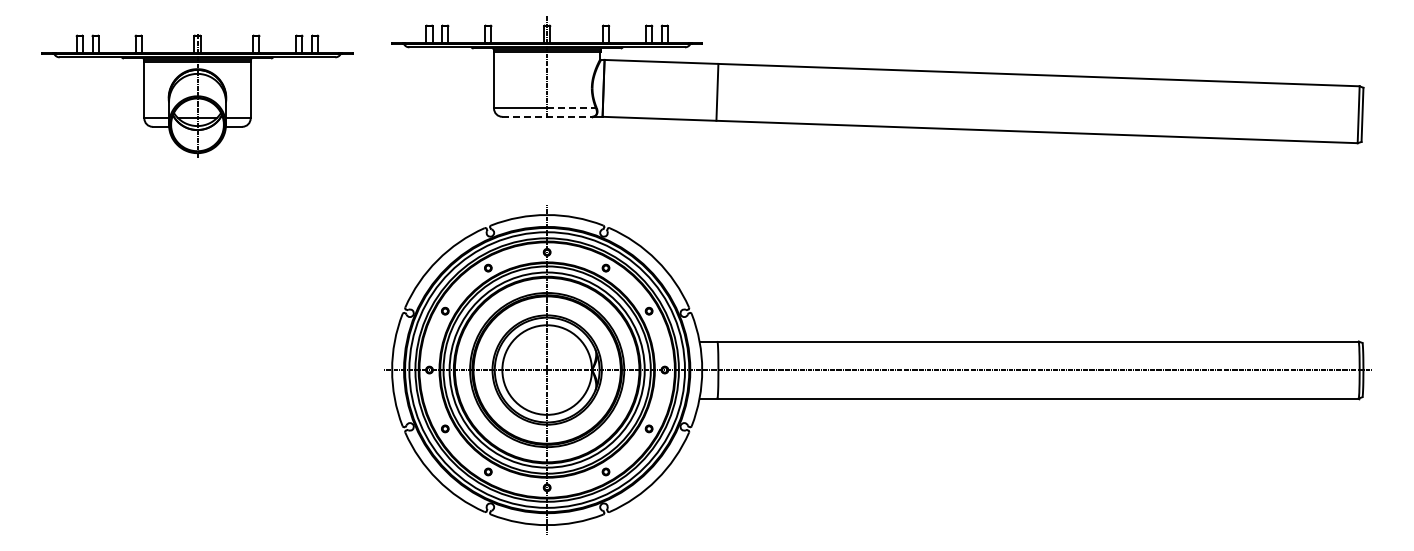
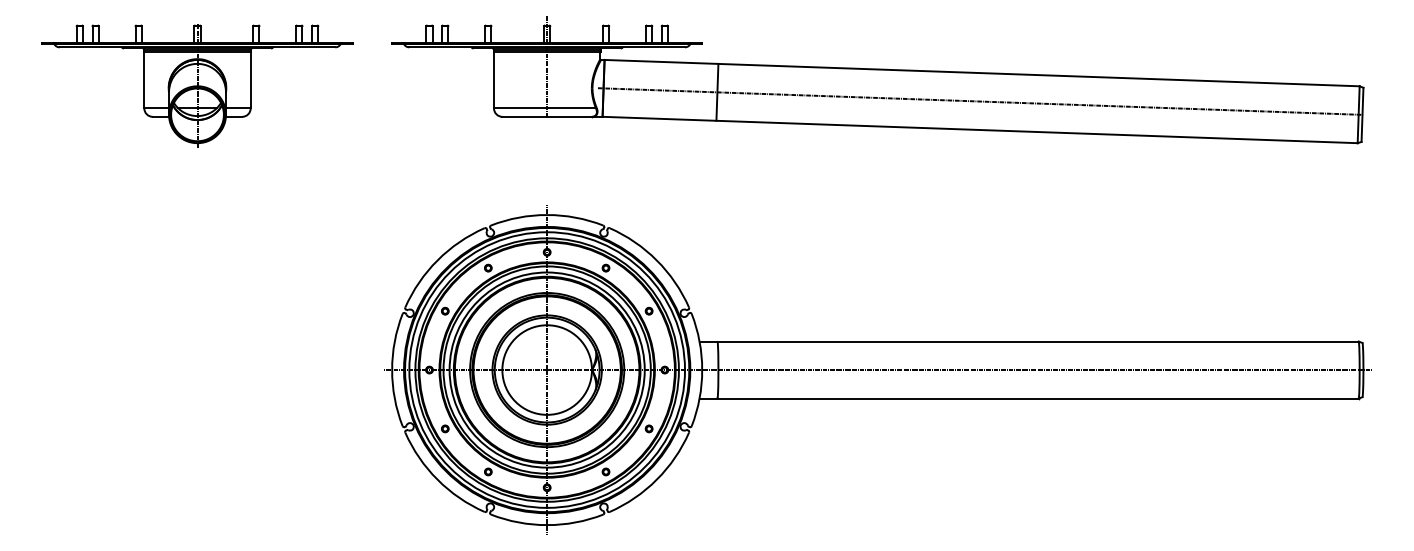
part at (197, 95) position: (197, 95) -> (197, 85)
line at (980, 101): none -> present
line at (572, 108): dashed -> solid
line at (547, 116): dashed -> solid
